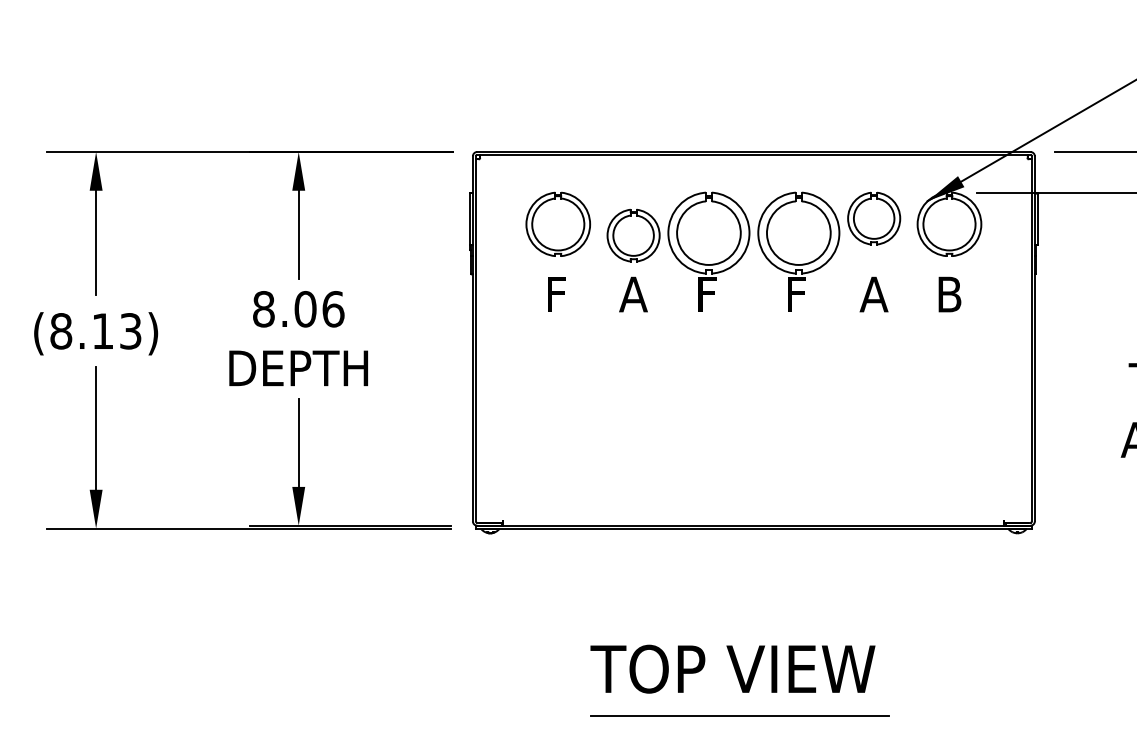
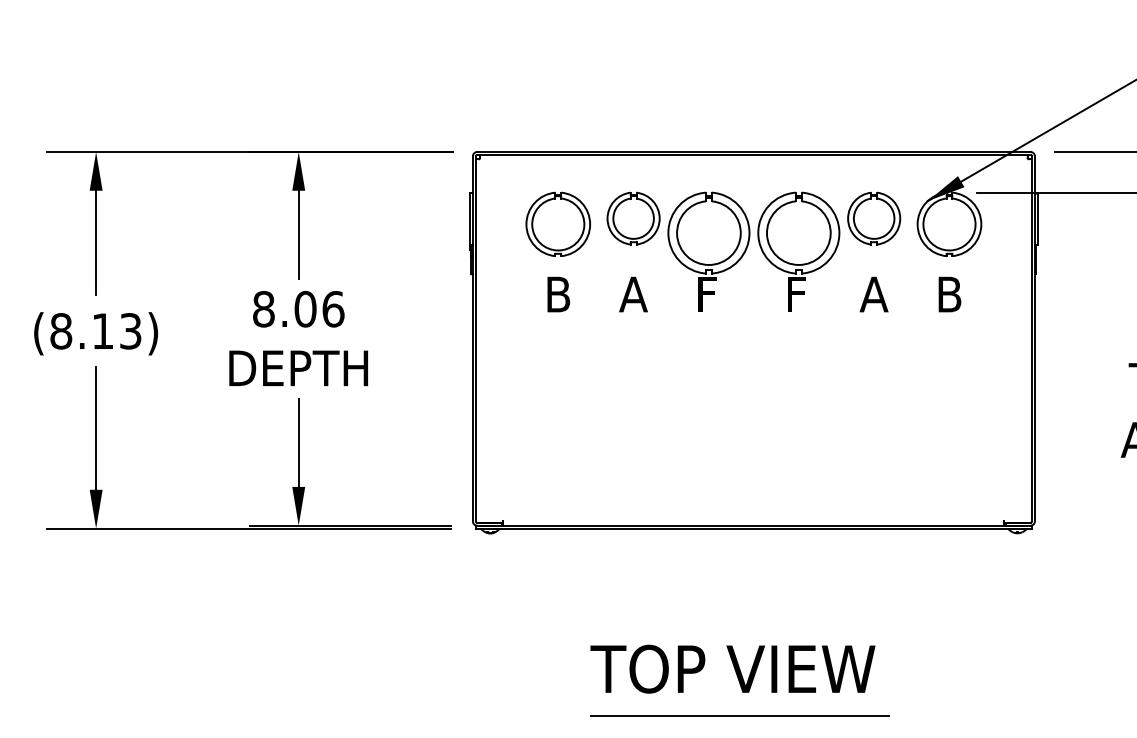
part at (633, 235) position: (633, 235) -> (633, 218)
text at (558, 294): F -> B
